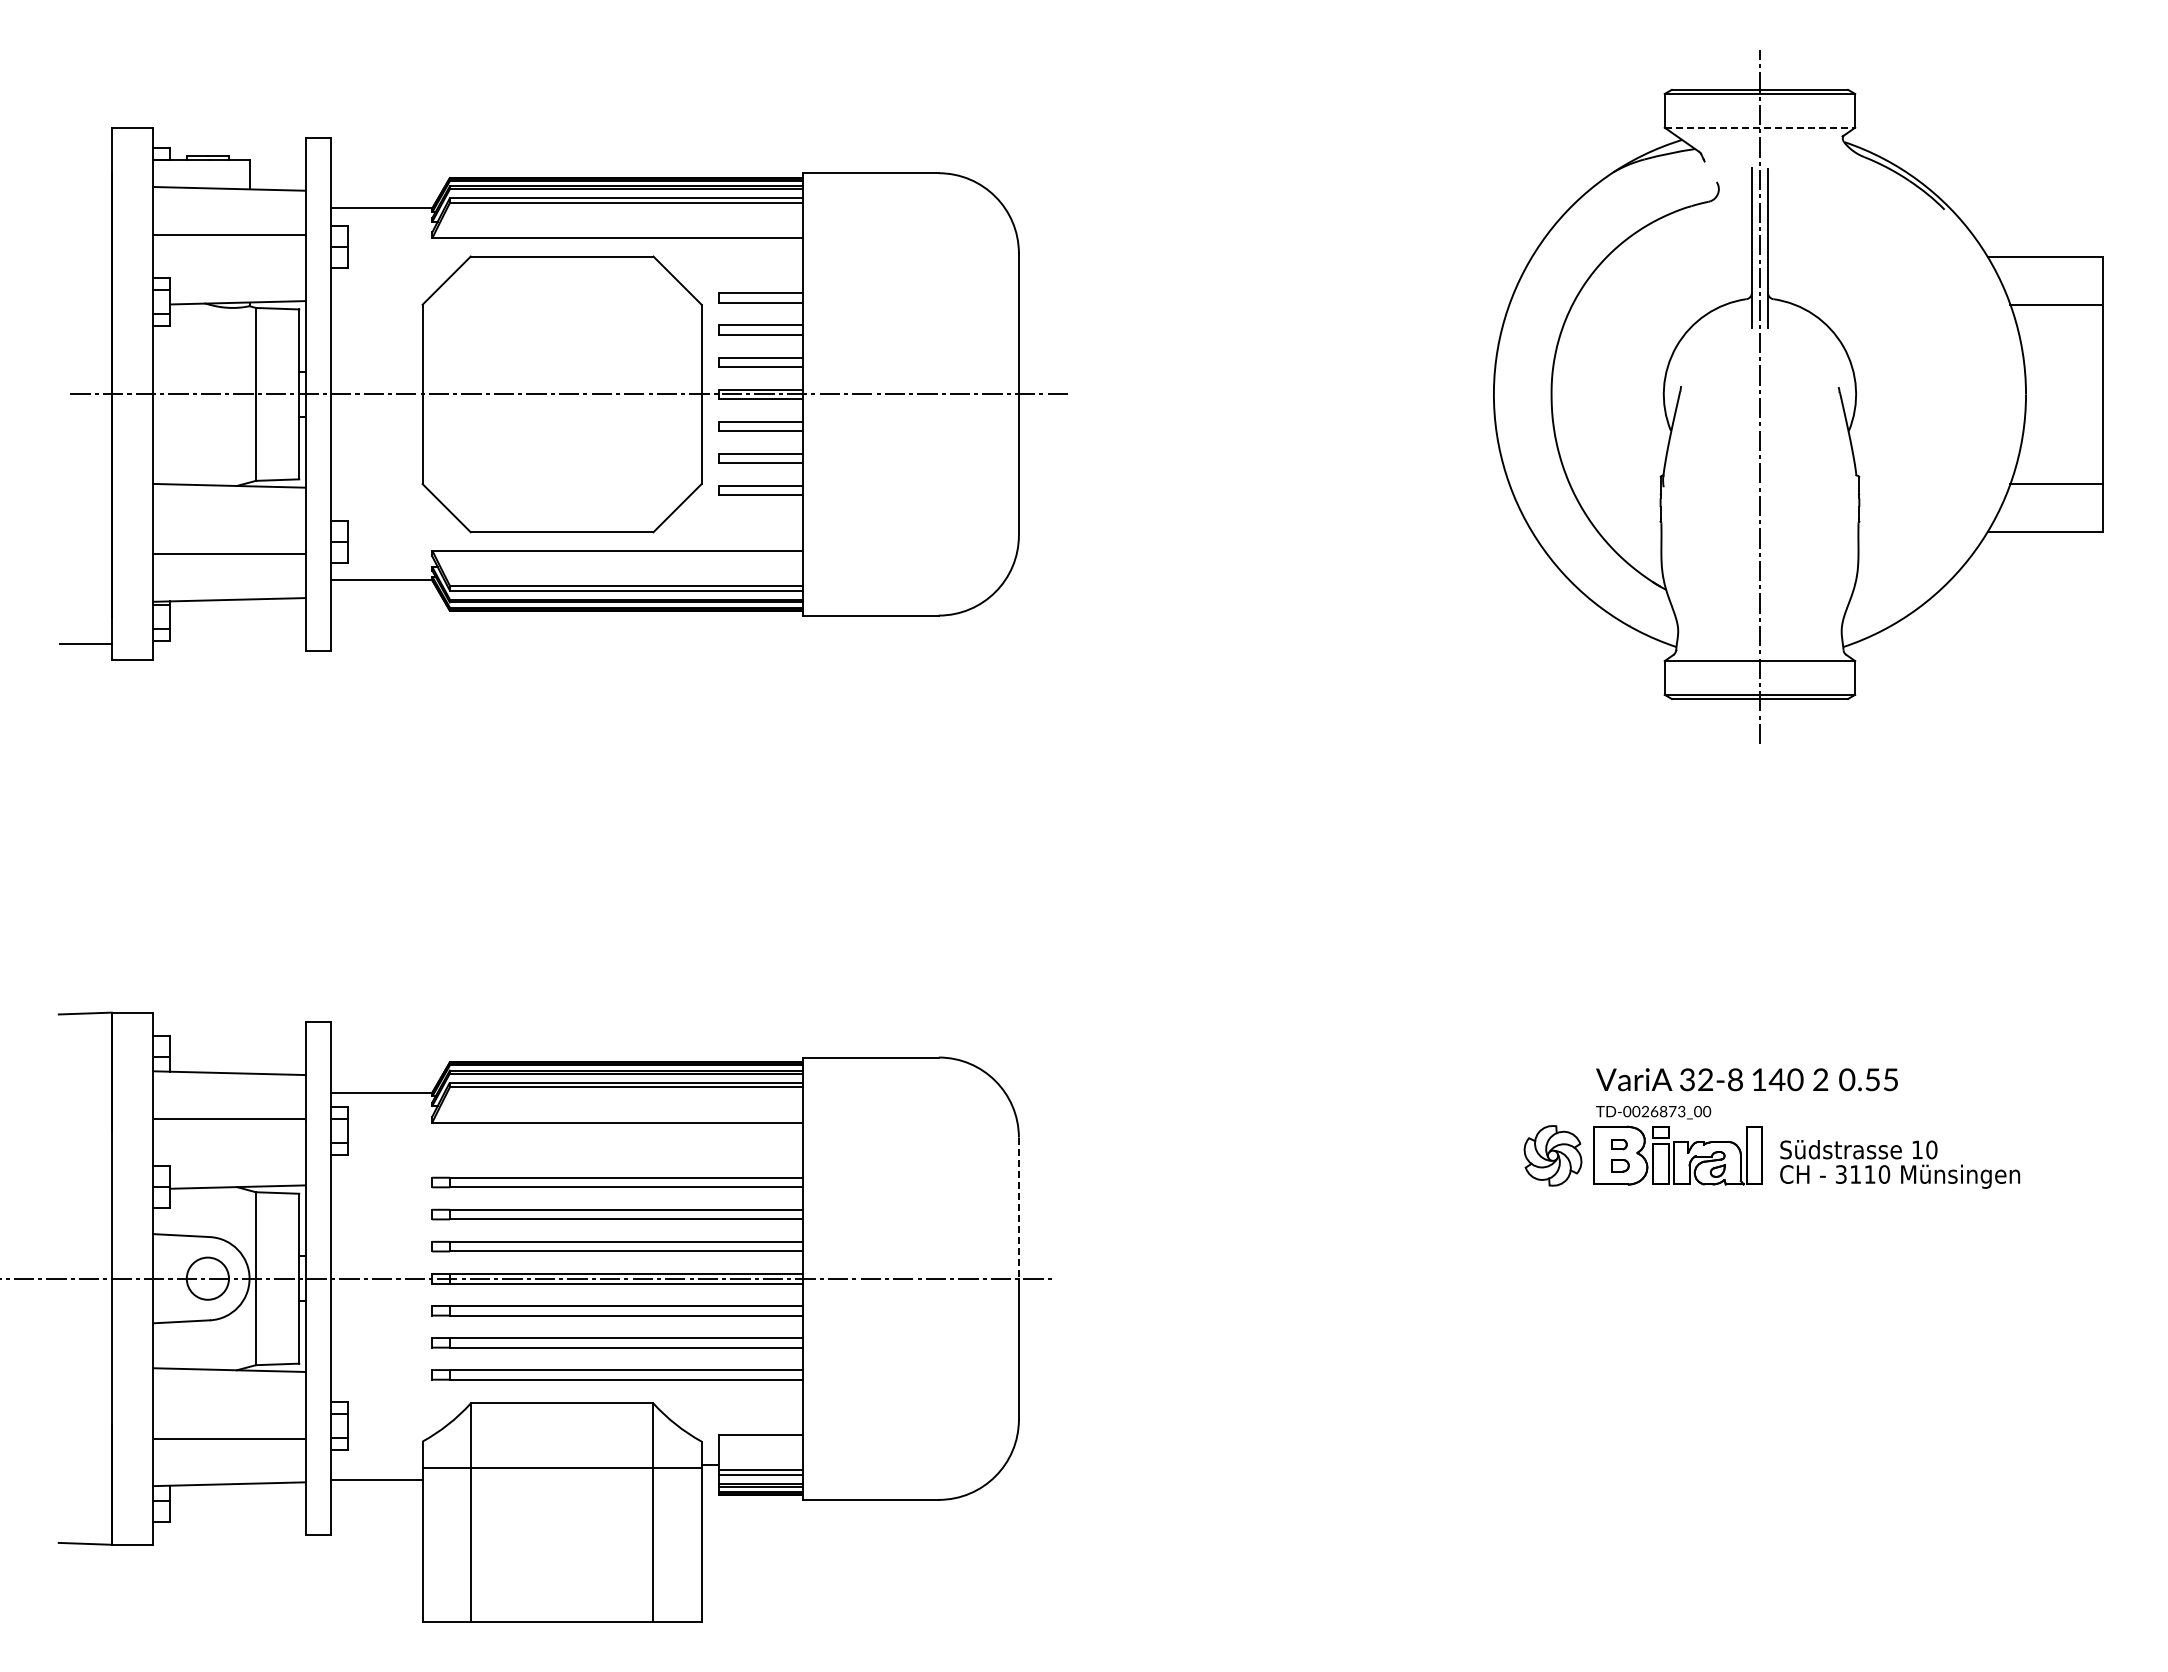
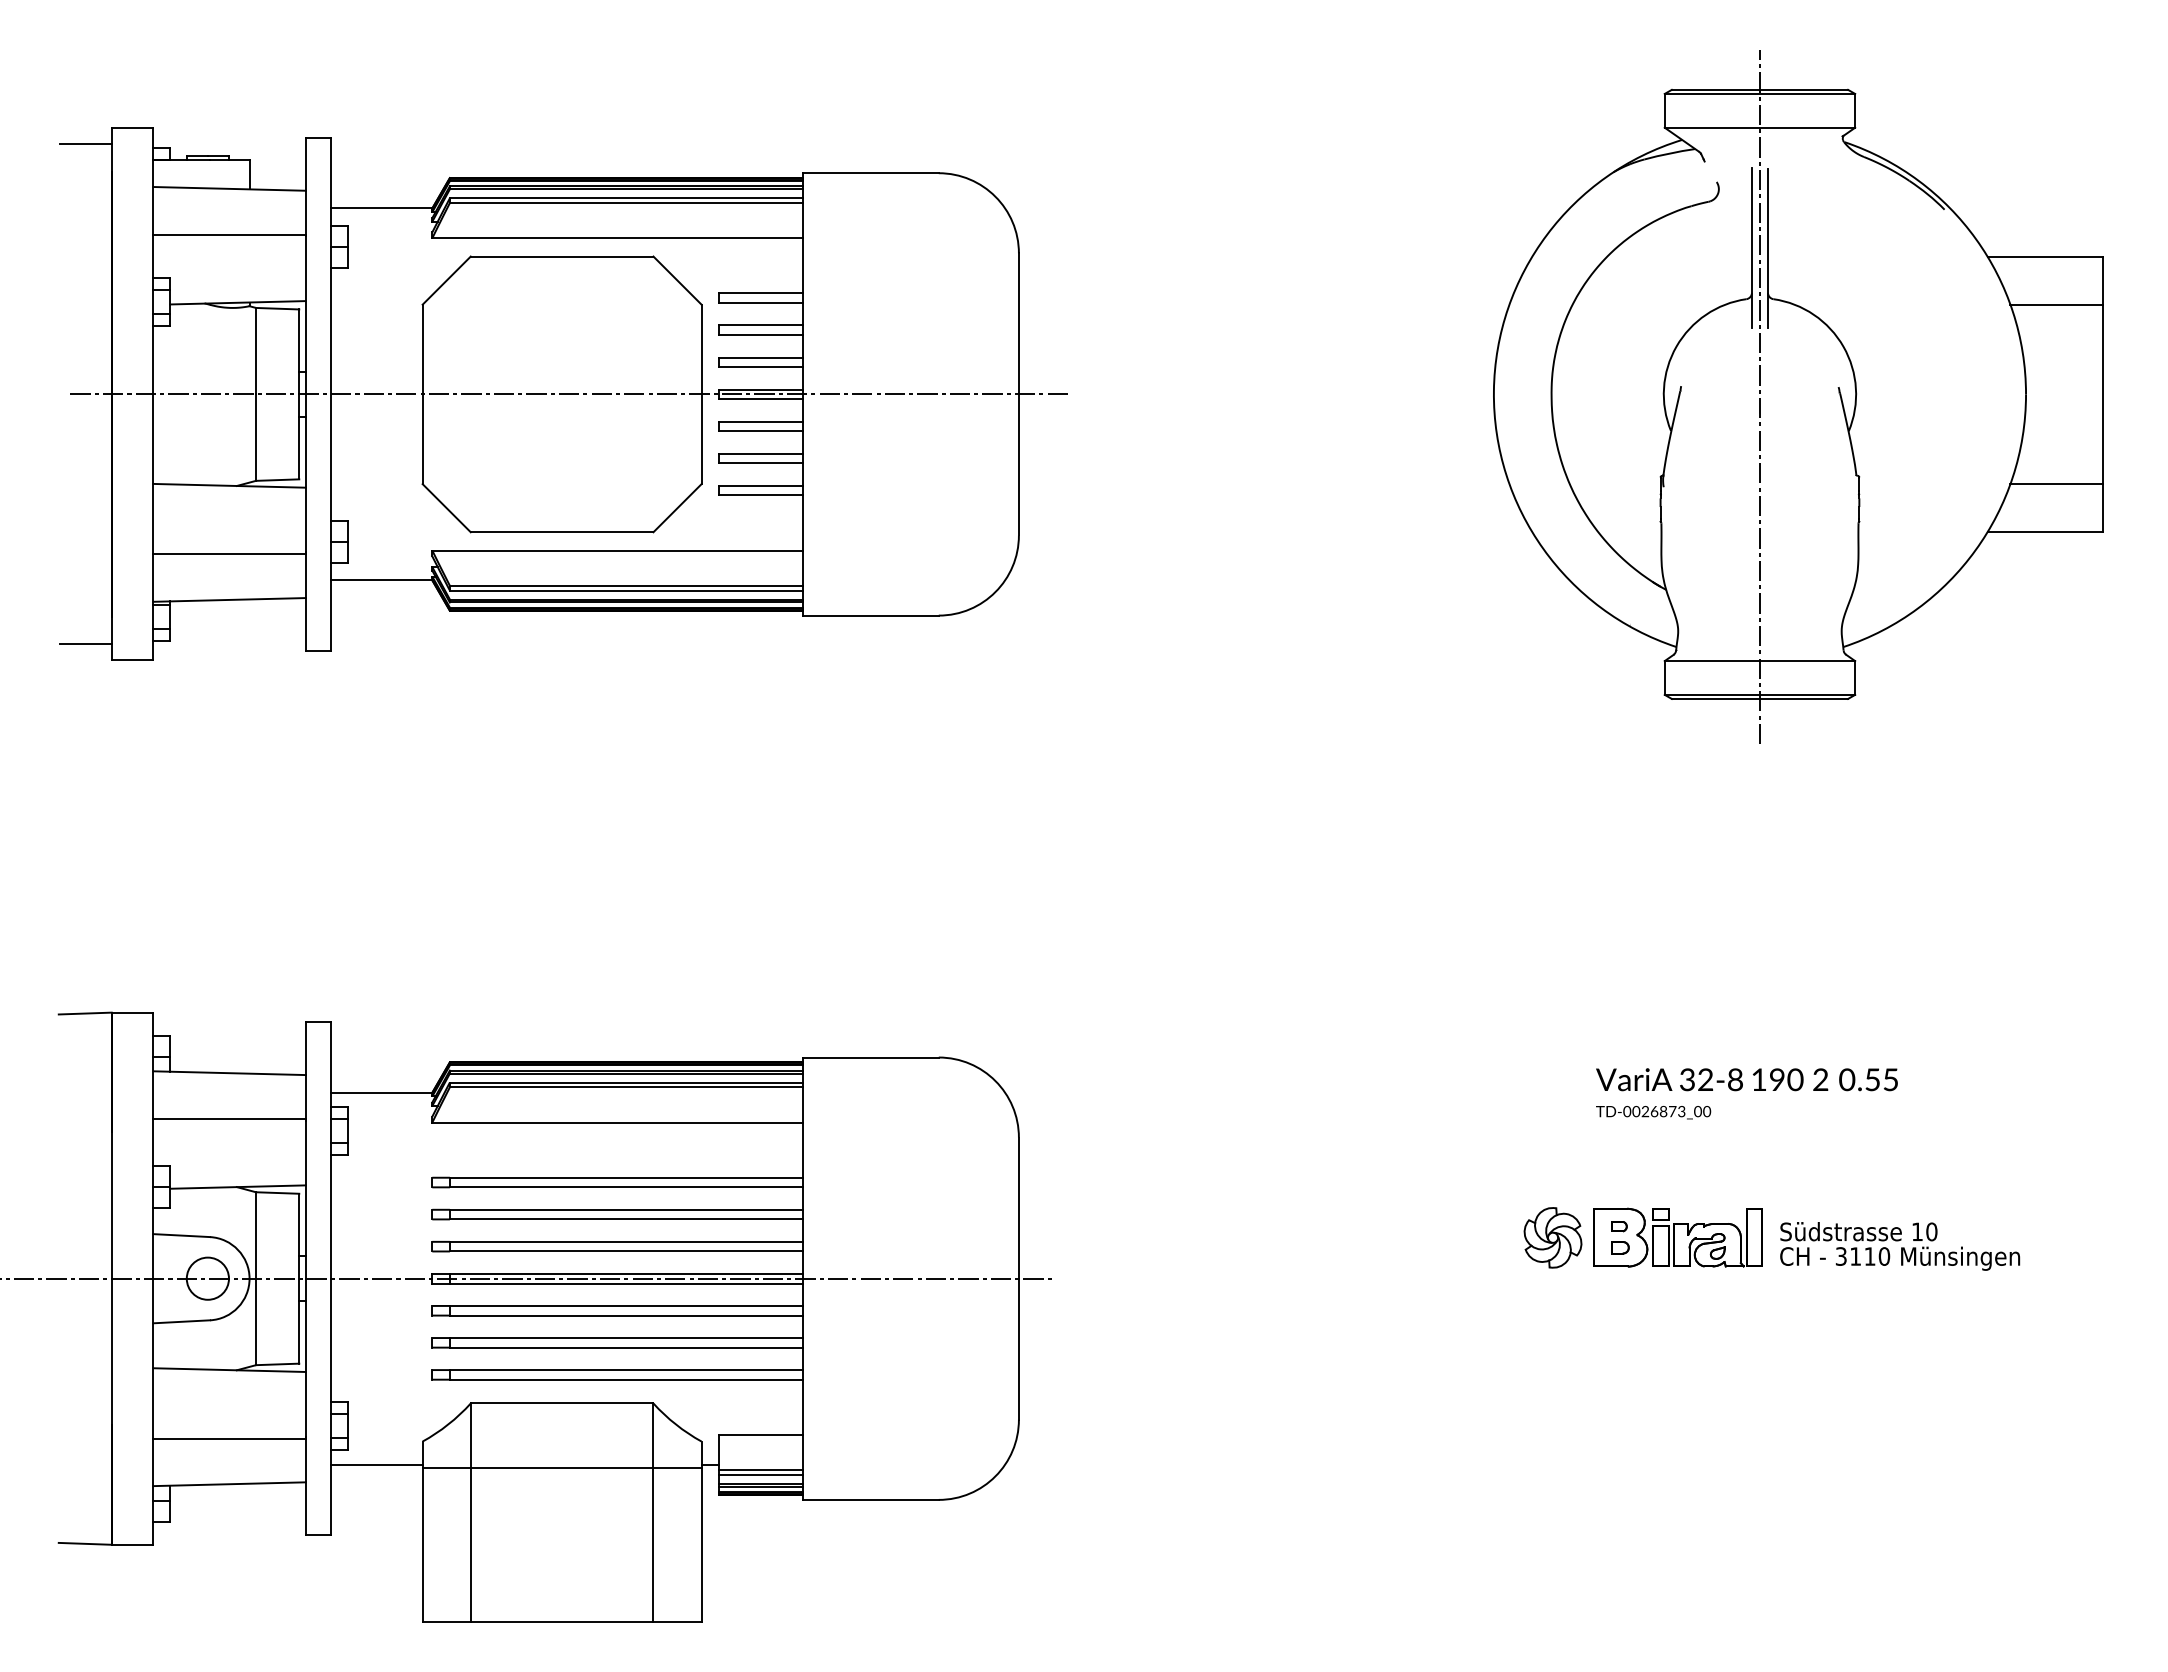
line at (1760, 127): dashed -> solid
line at (85, 144): none -> present
text at (1776, 1079): 140 -> 190
part at (1762, 1156) position: (1762, 1156) -> (1762, 1238)
line at (1018, 1208): dashed -> solid
line at (376, 1479) position: (376, 1479) -> (376, 1464)
